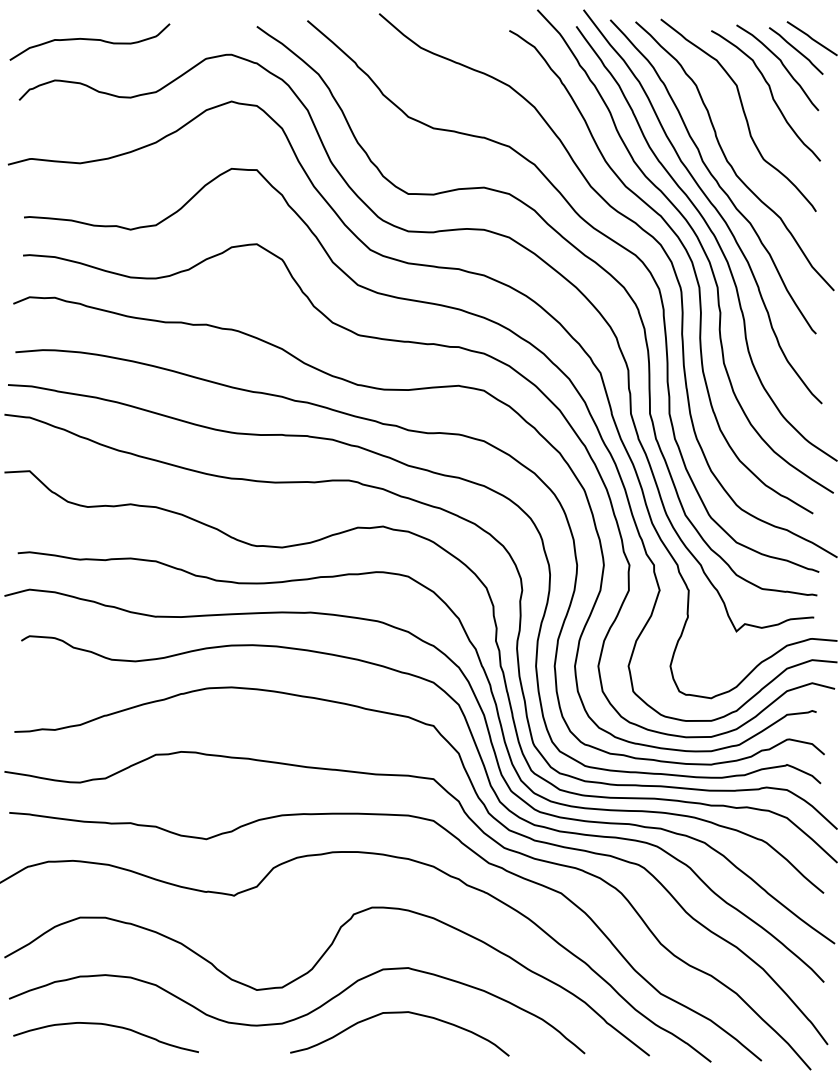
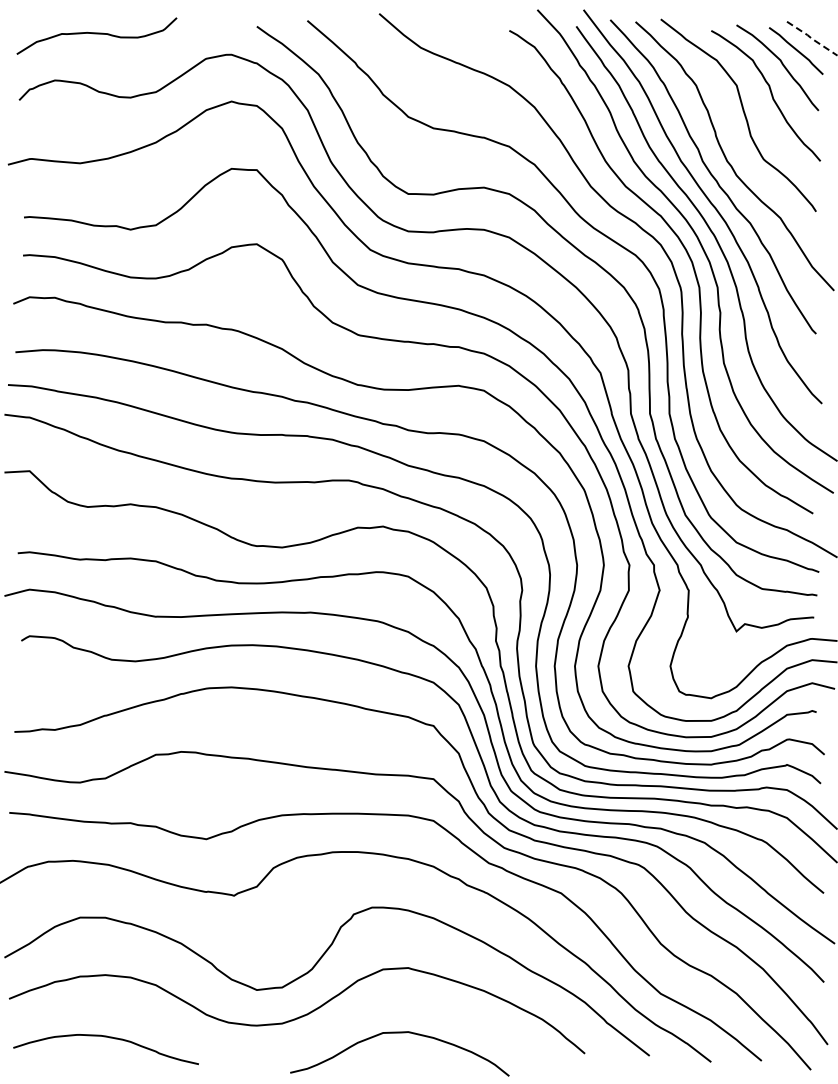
line at (812, 39): solid -> dashed
curve at (89, 40) position: (89, 40) -> (96, 34)
curve at (399, 1013) position: (399, 1013) -> (399, 1033)
curve at (109, 1026) position: (109, 1026) -> (109, 1038)
